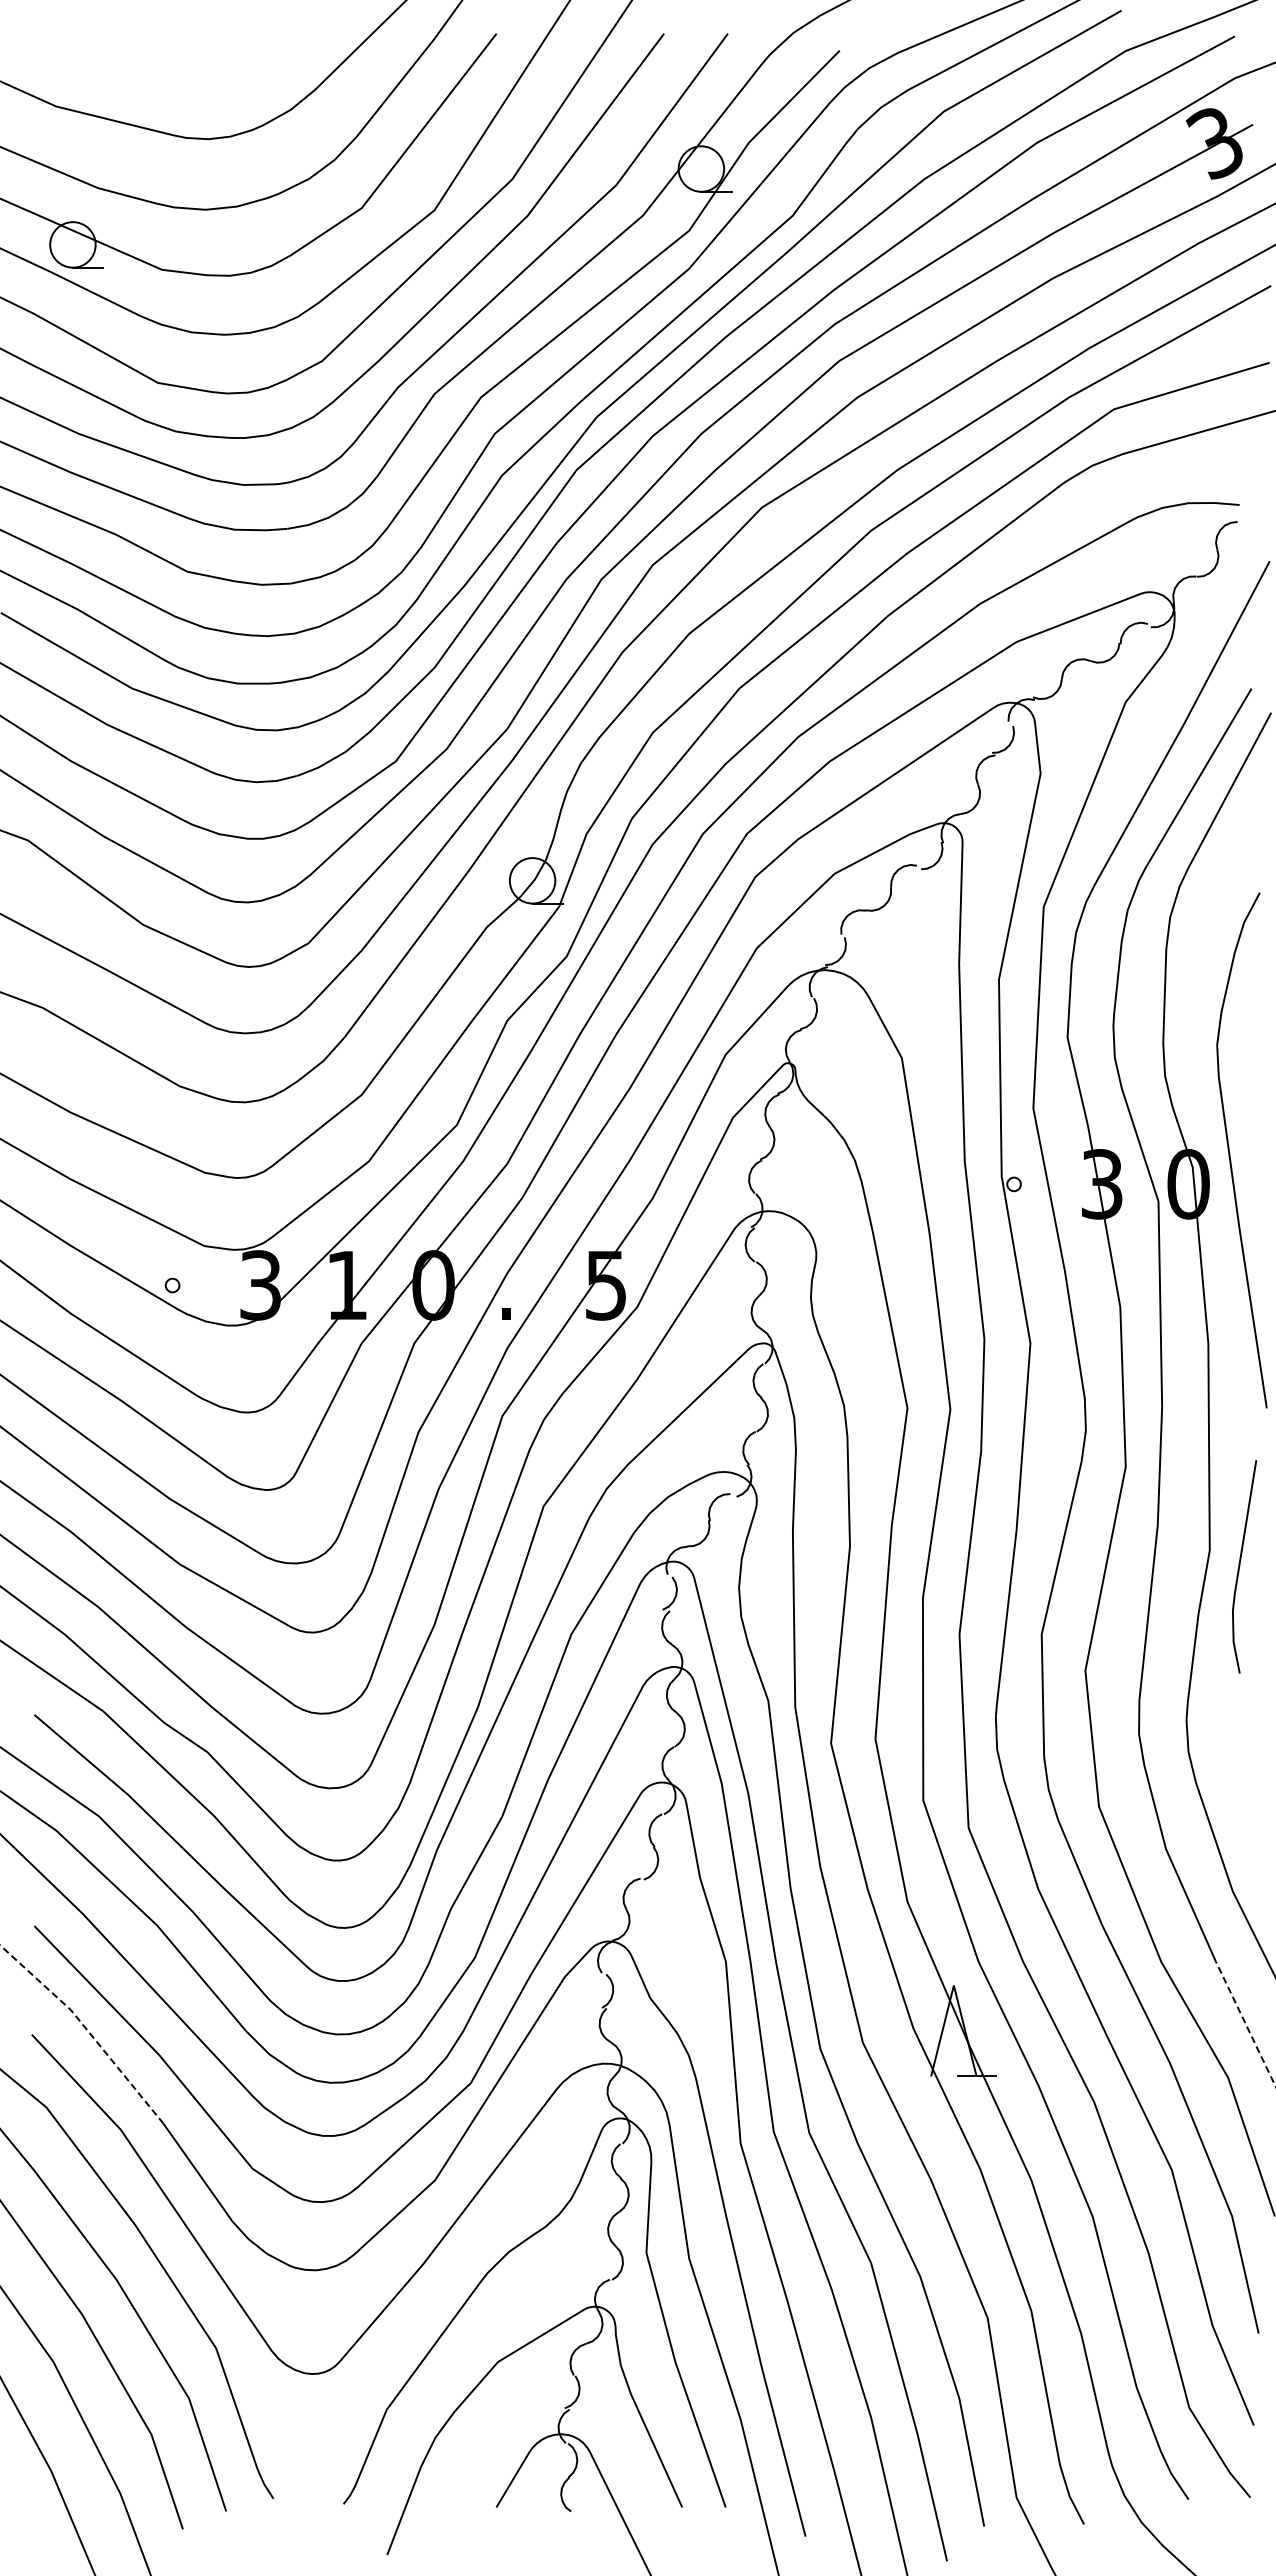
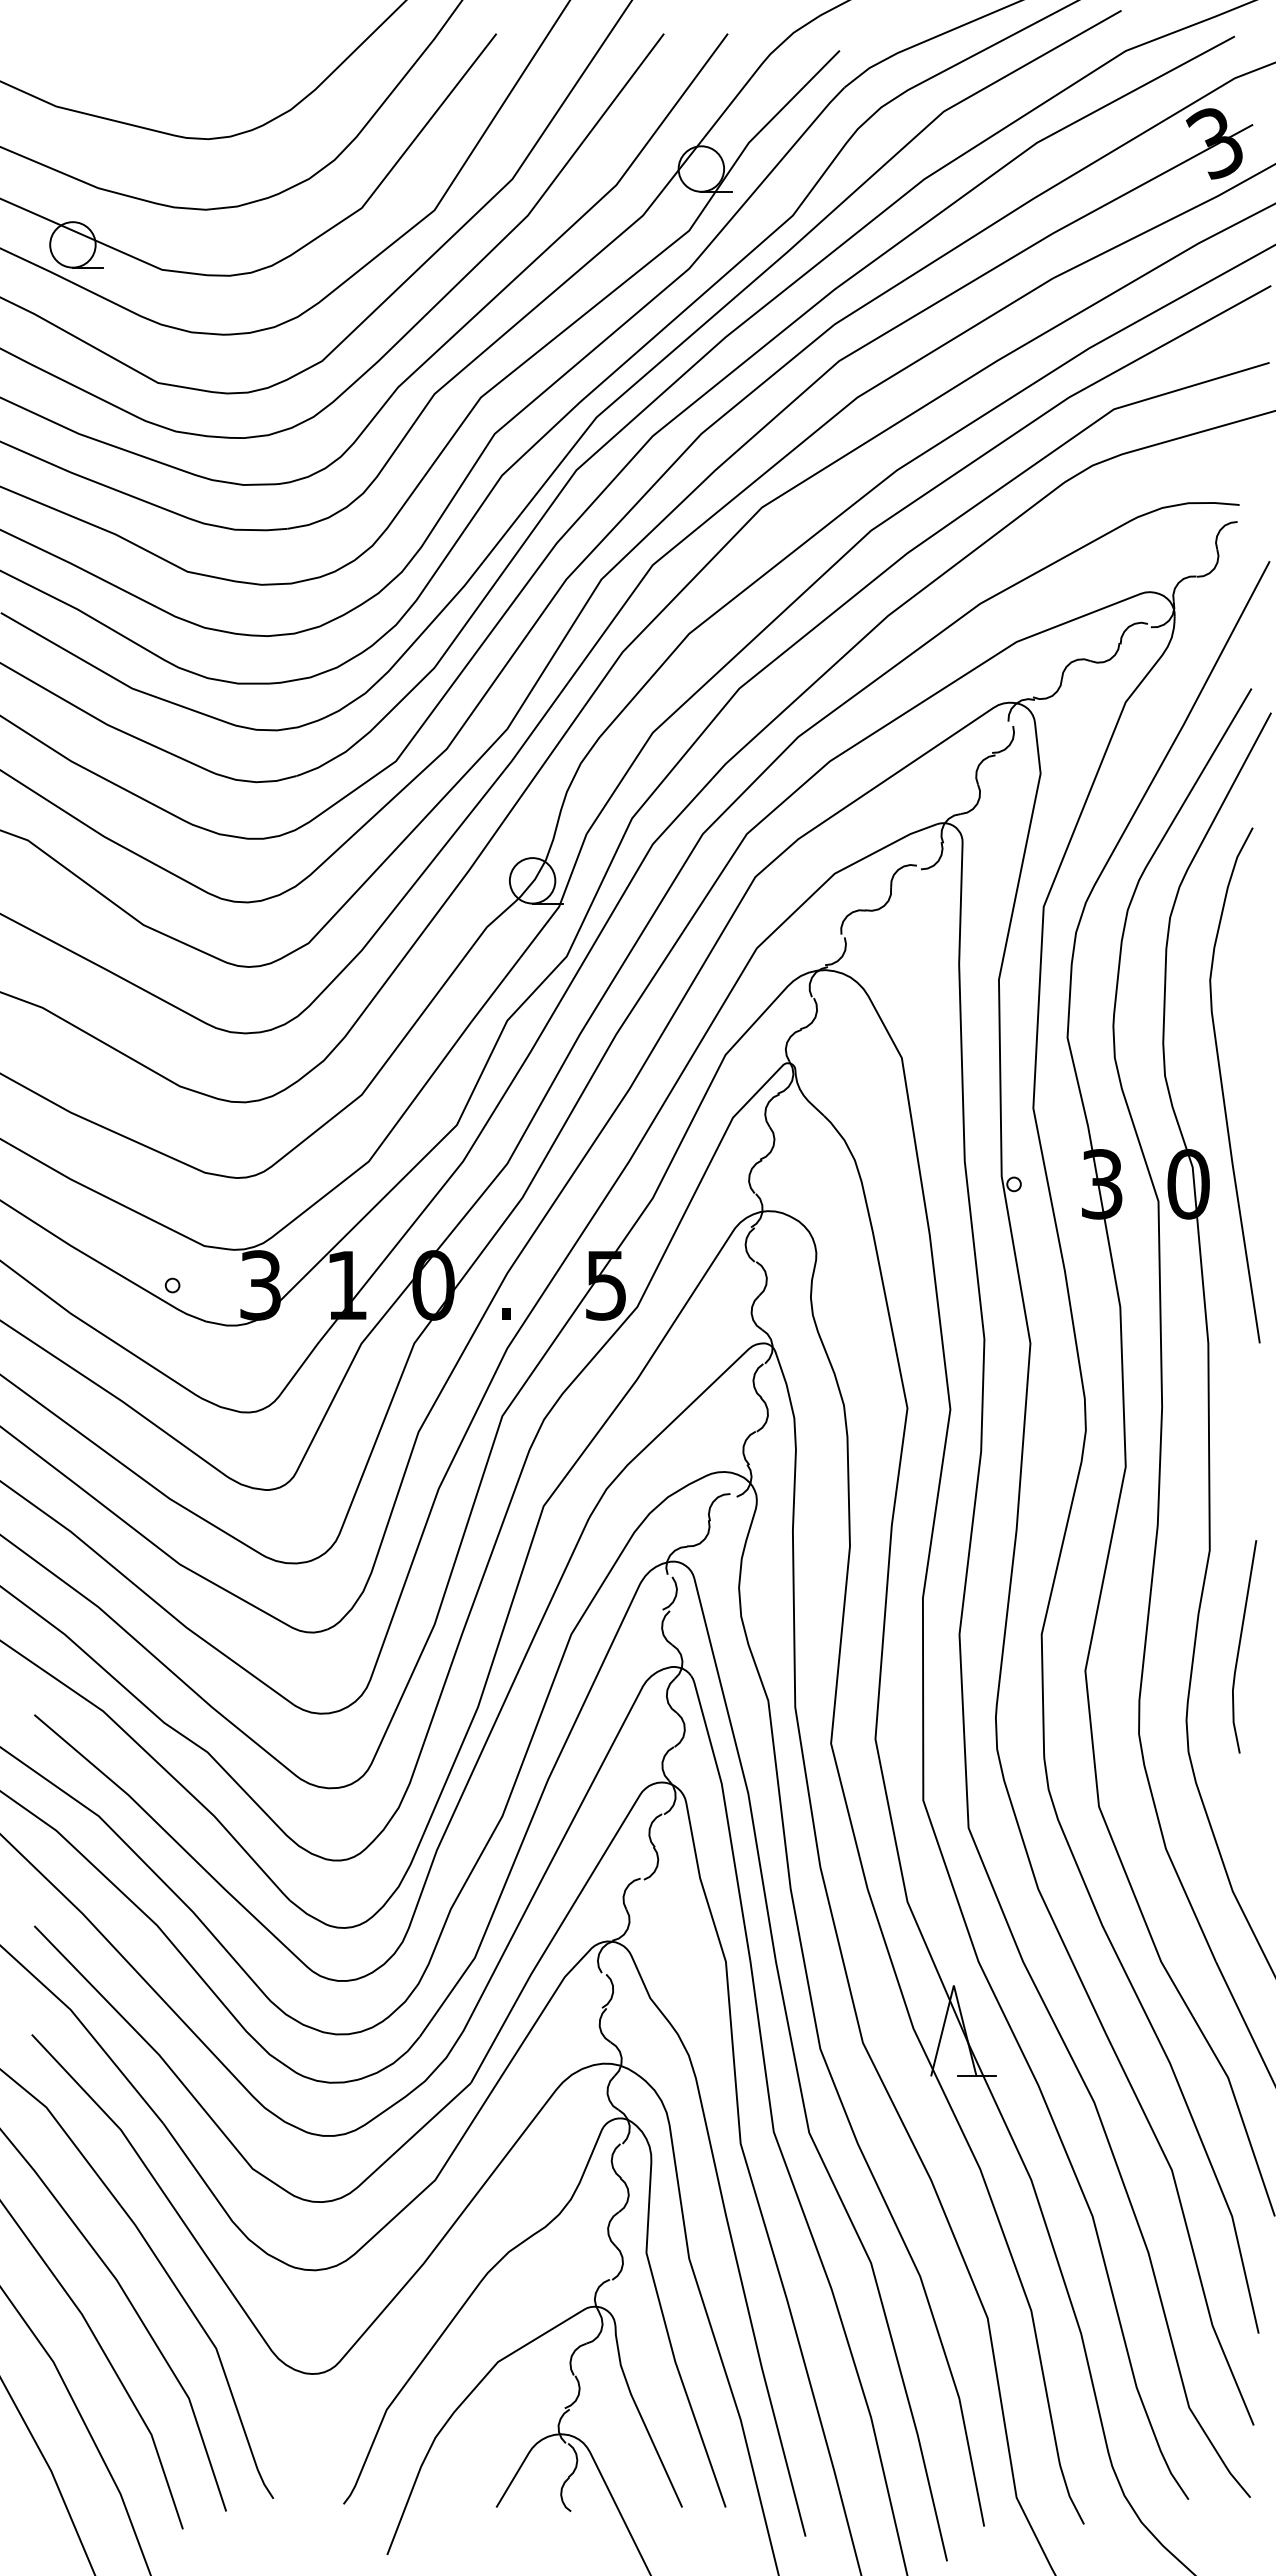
curve at (1230, 1153) position: (1230, 1153) -> (1223, 1088)
line at (1240, 1566) position: (1240, 1566) -> (1240, 1646)
line at (1245, 2024): dashed -> solid
line at (86, 2029): dashed -> solid
